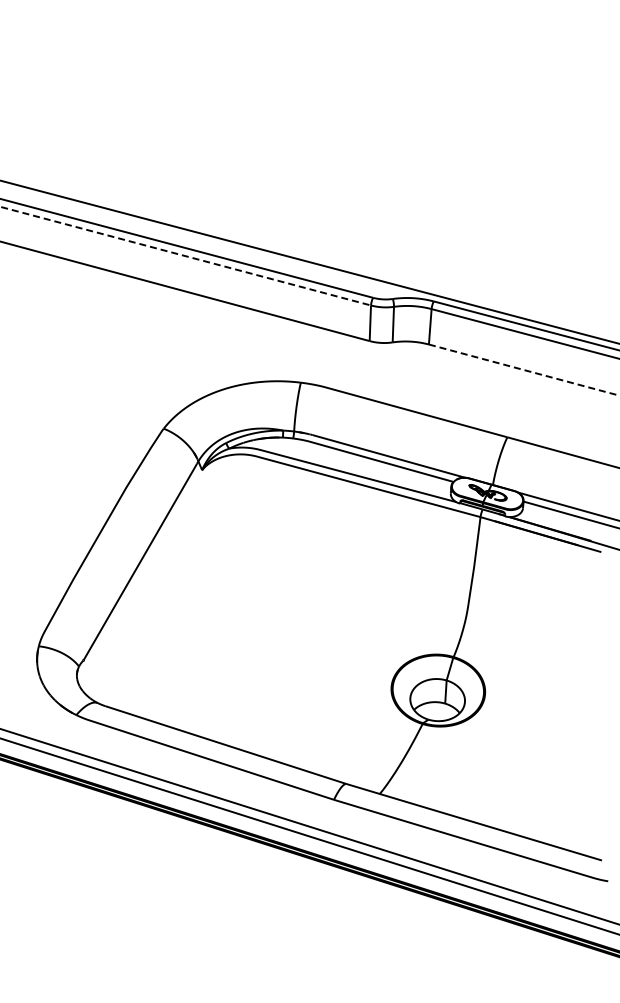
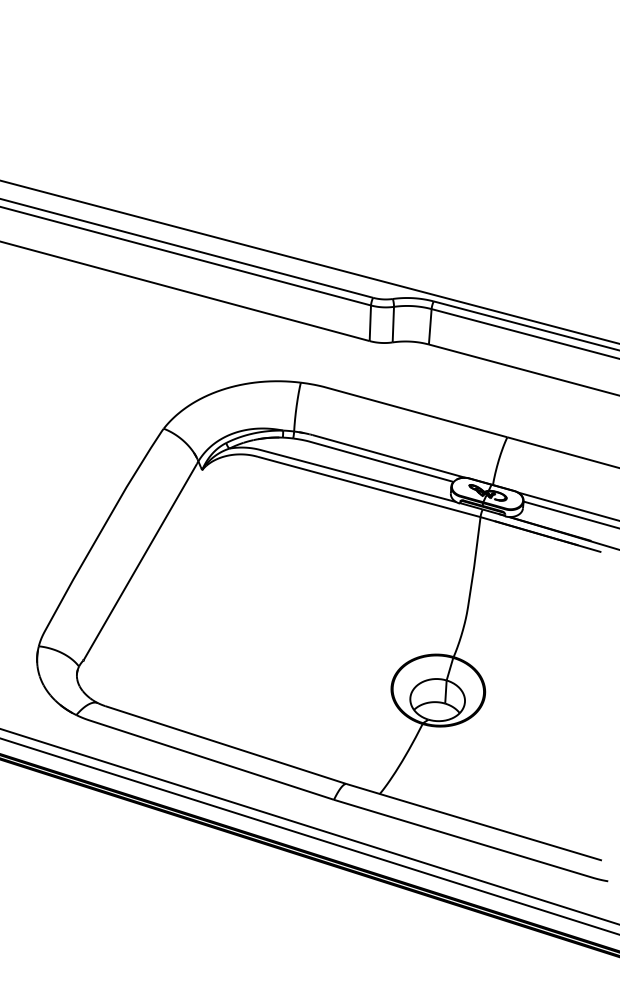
line at (185, 256): dashed -> solid
line at (524, 370): dashed -> solid
